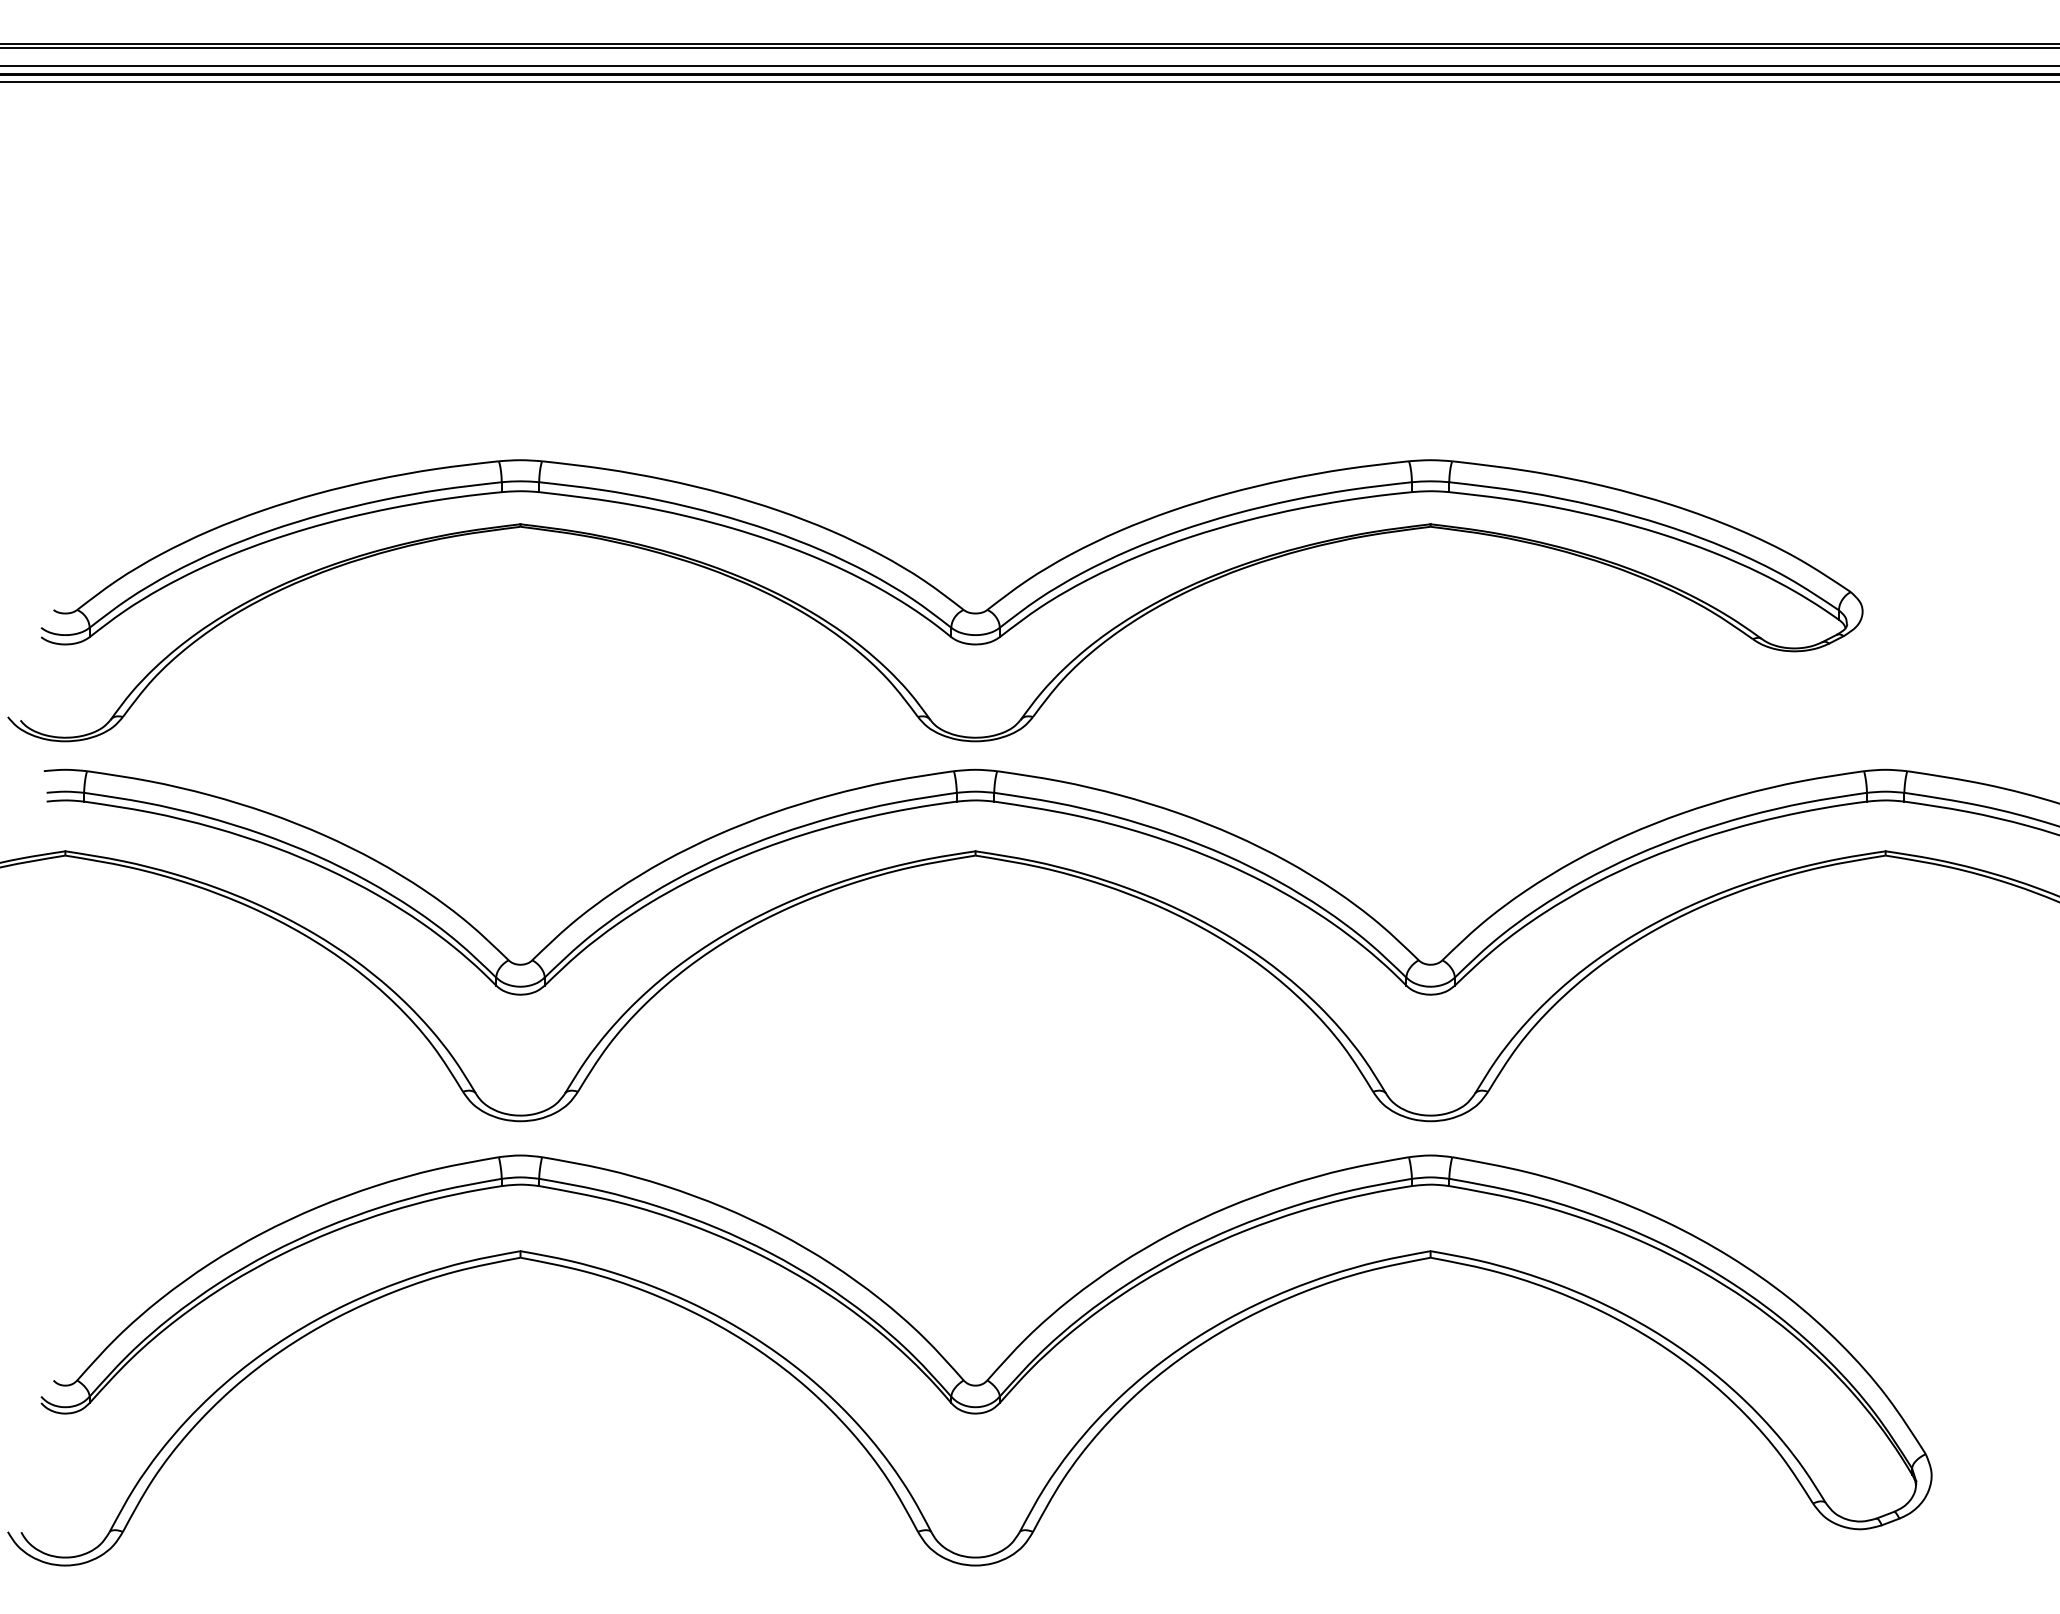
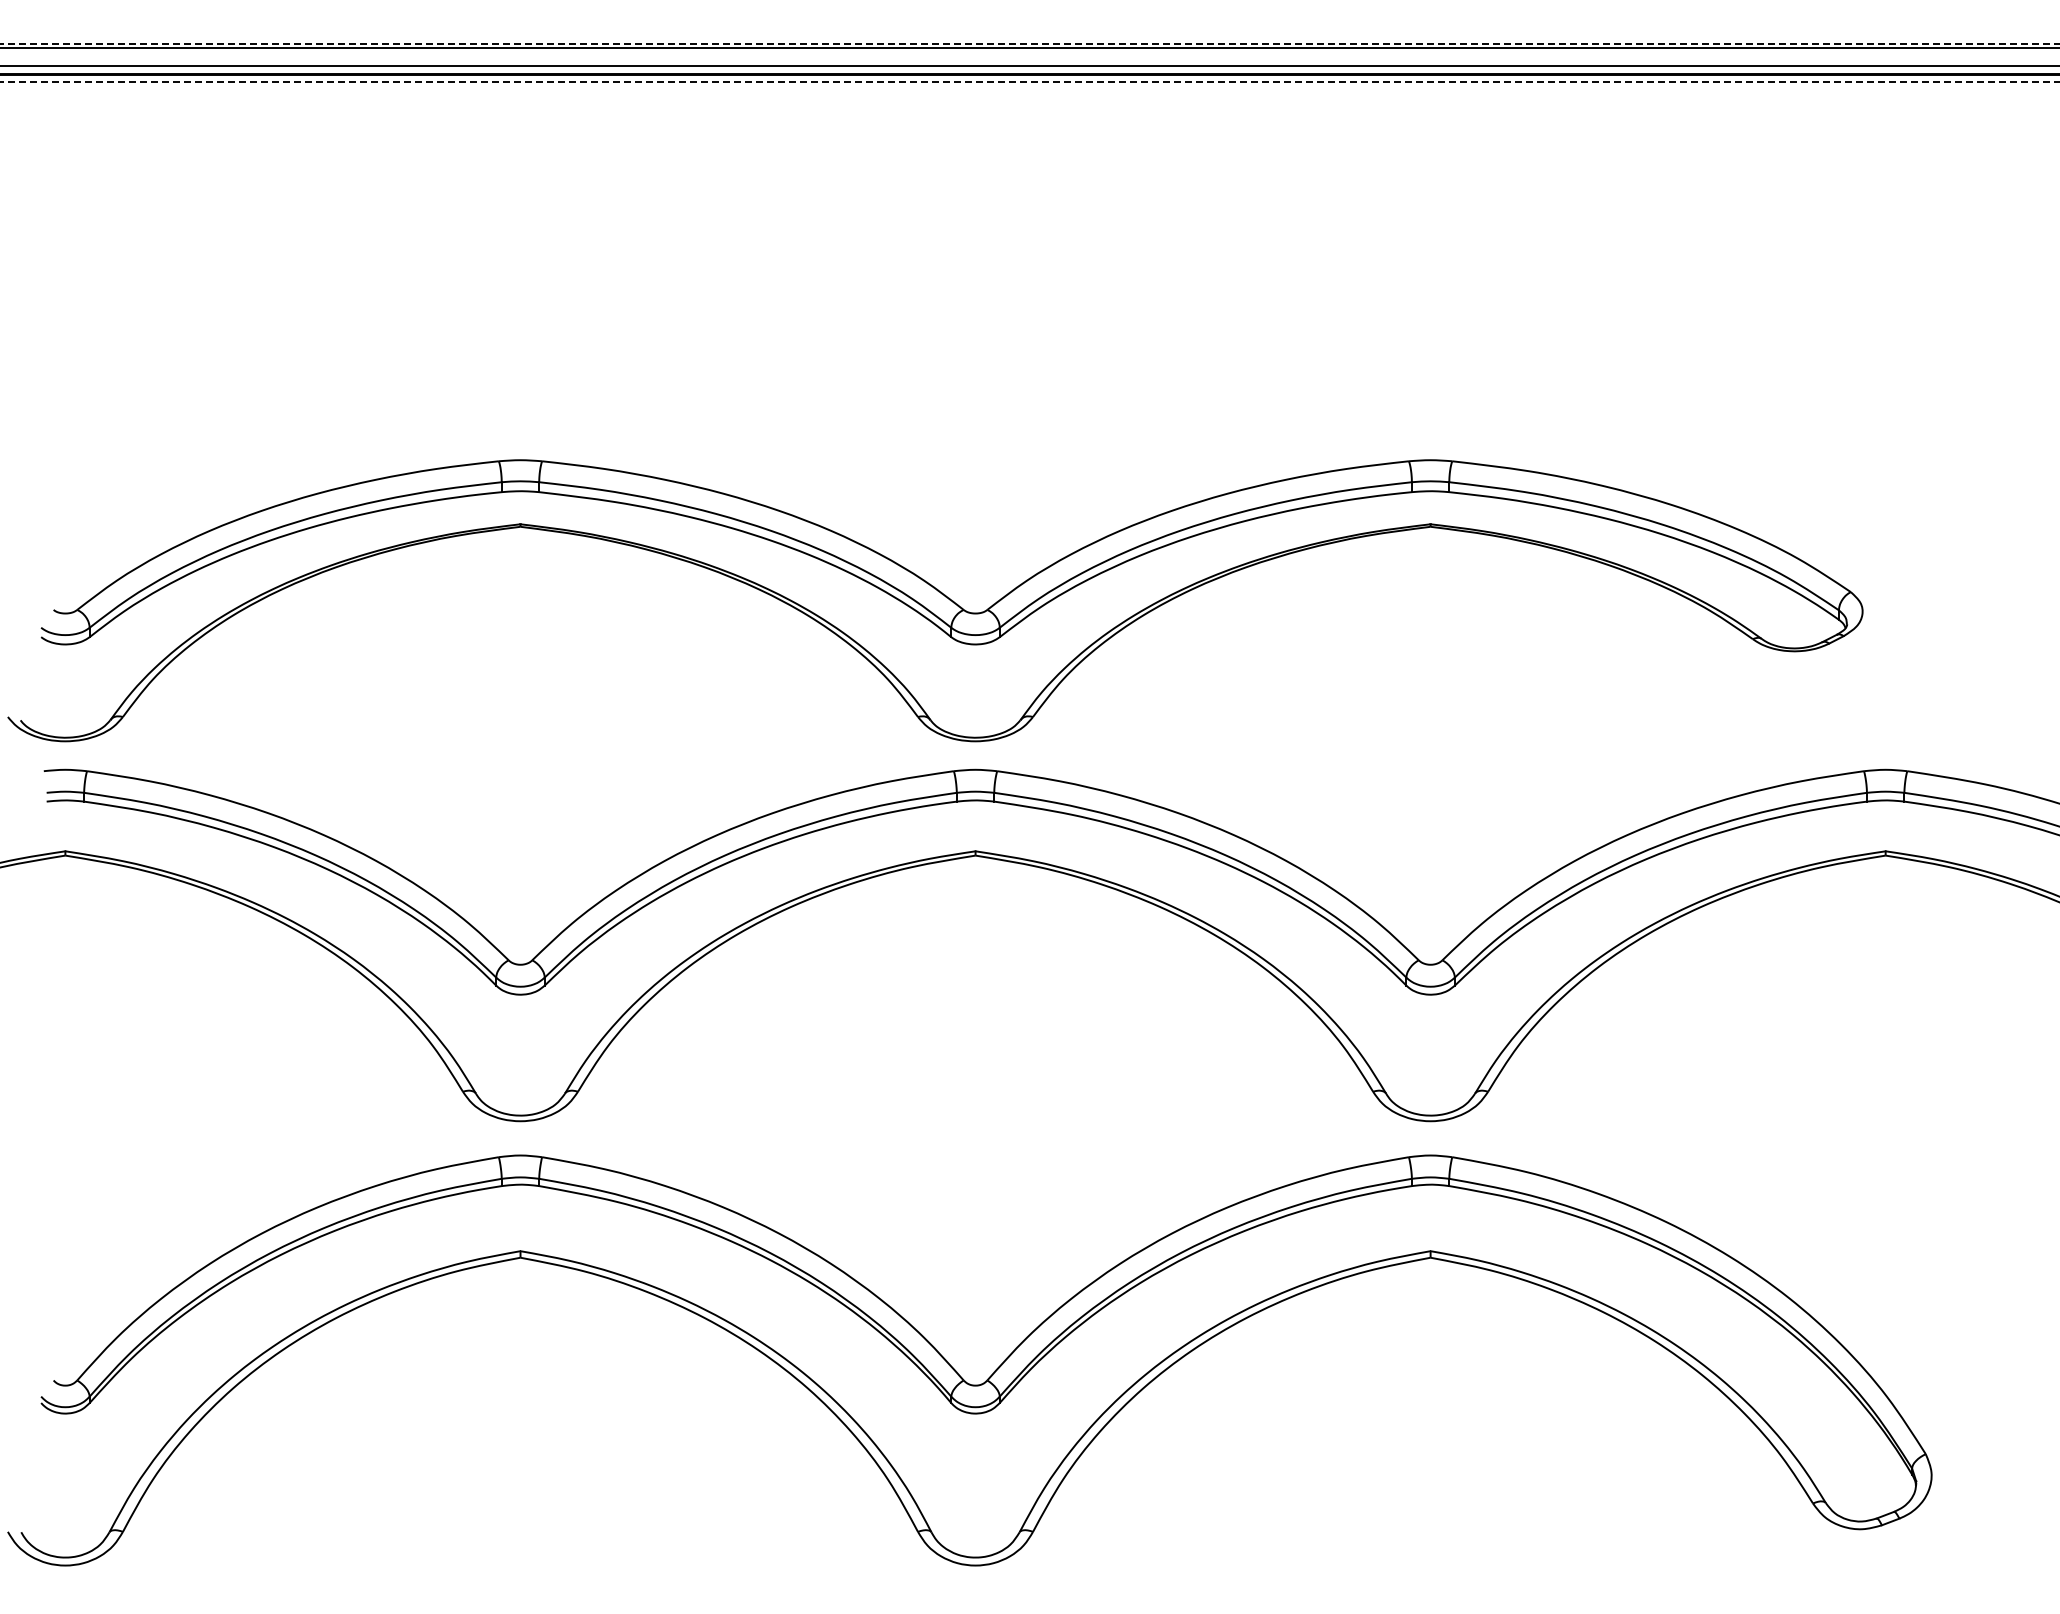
line at (1030, 43): solid -> dashed
line at (1030, 81): solid -> dashed
